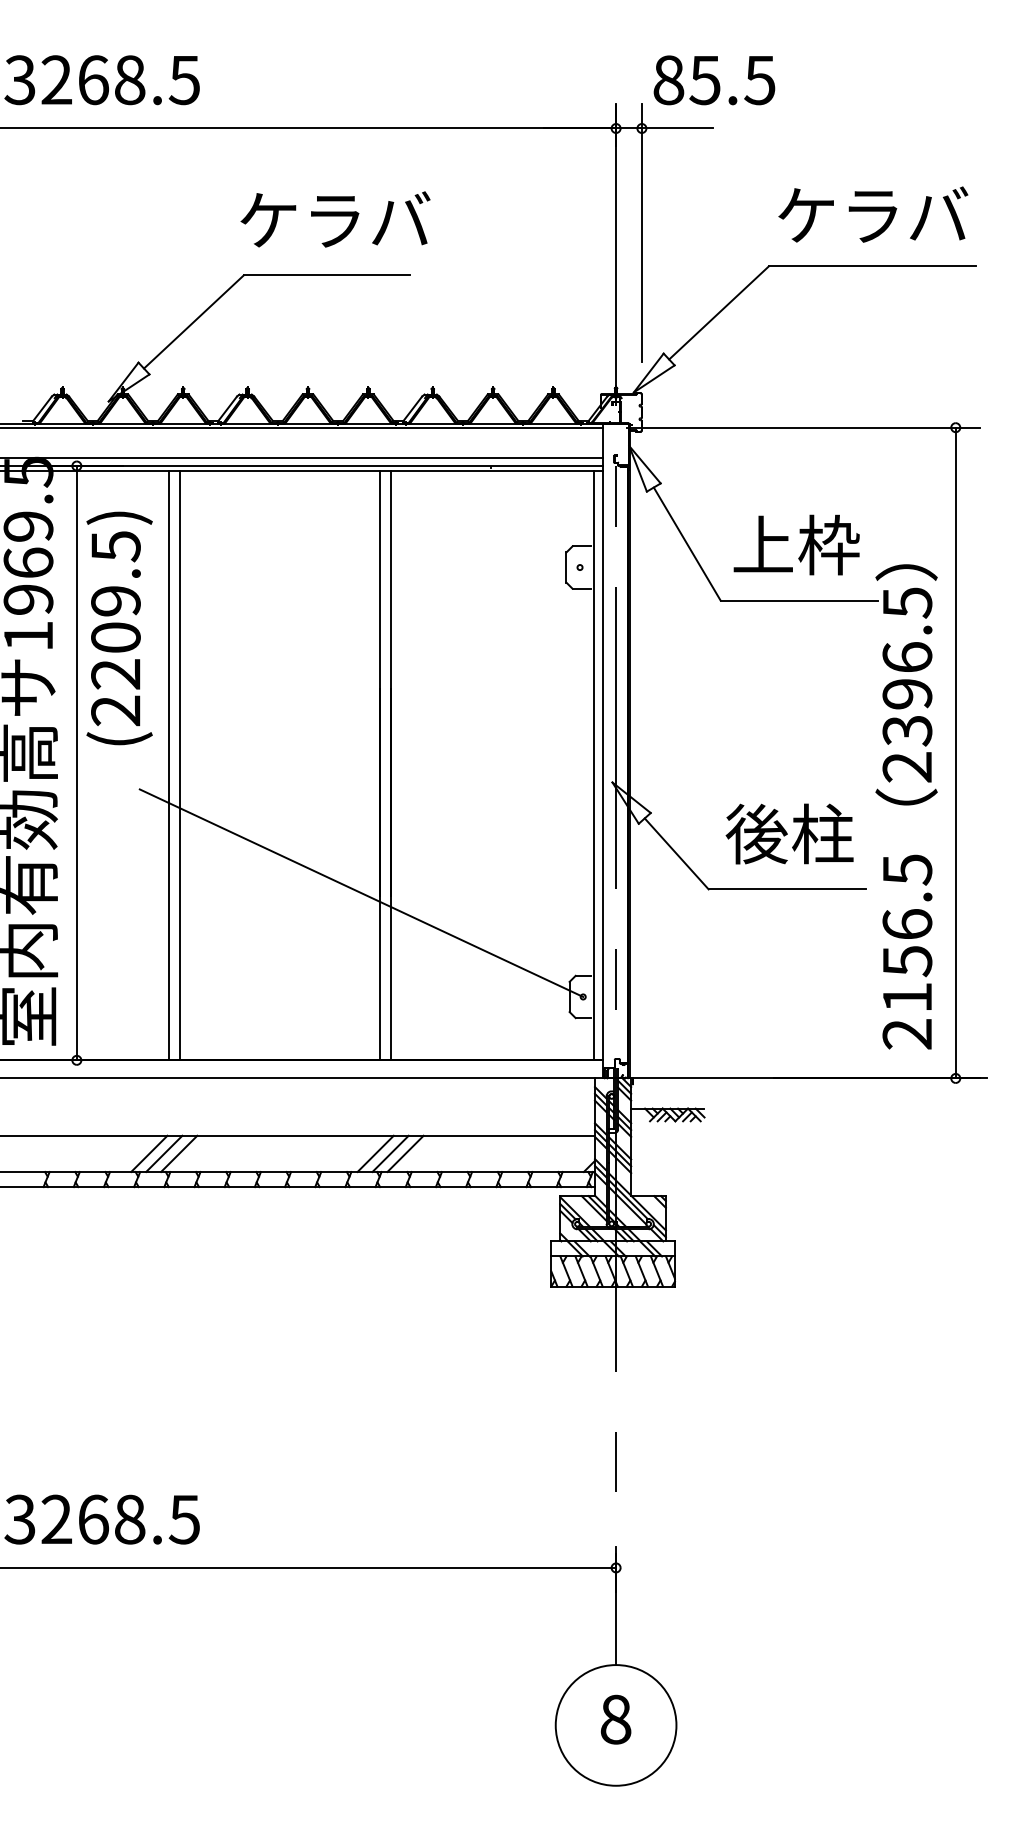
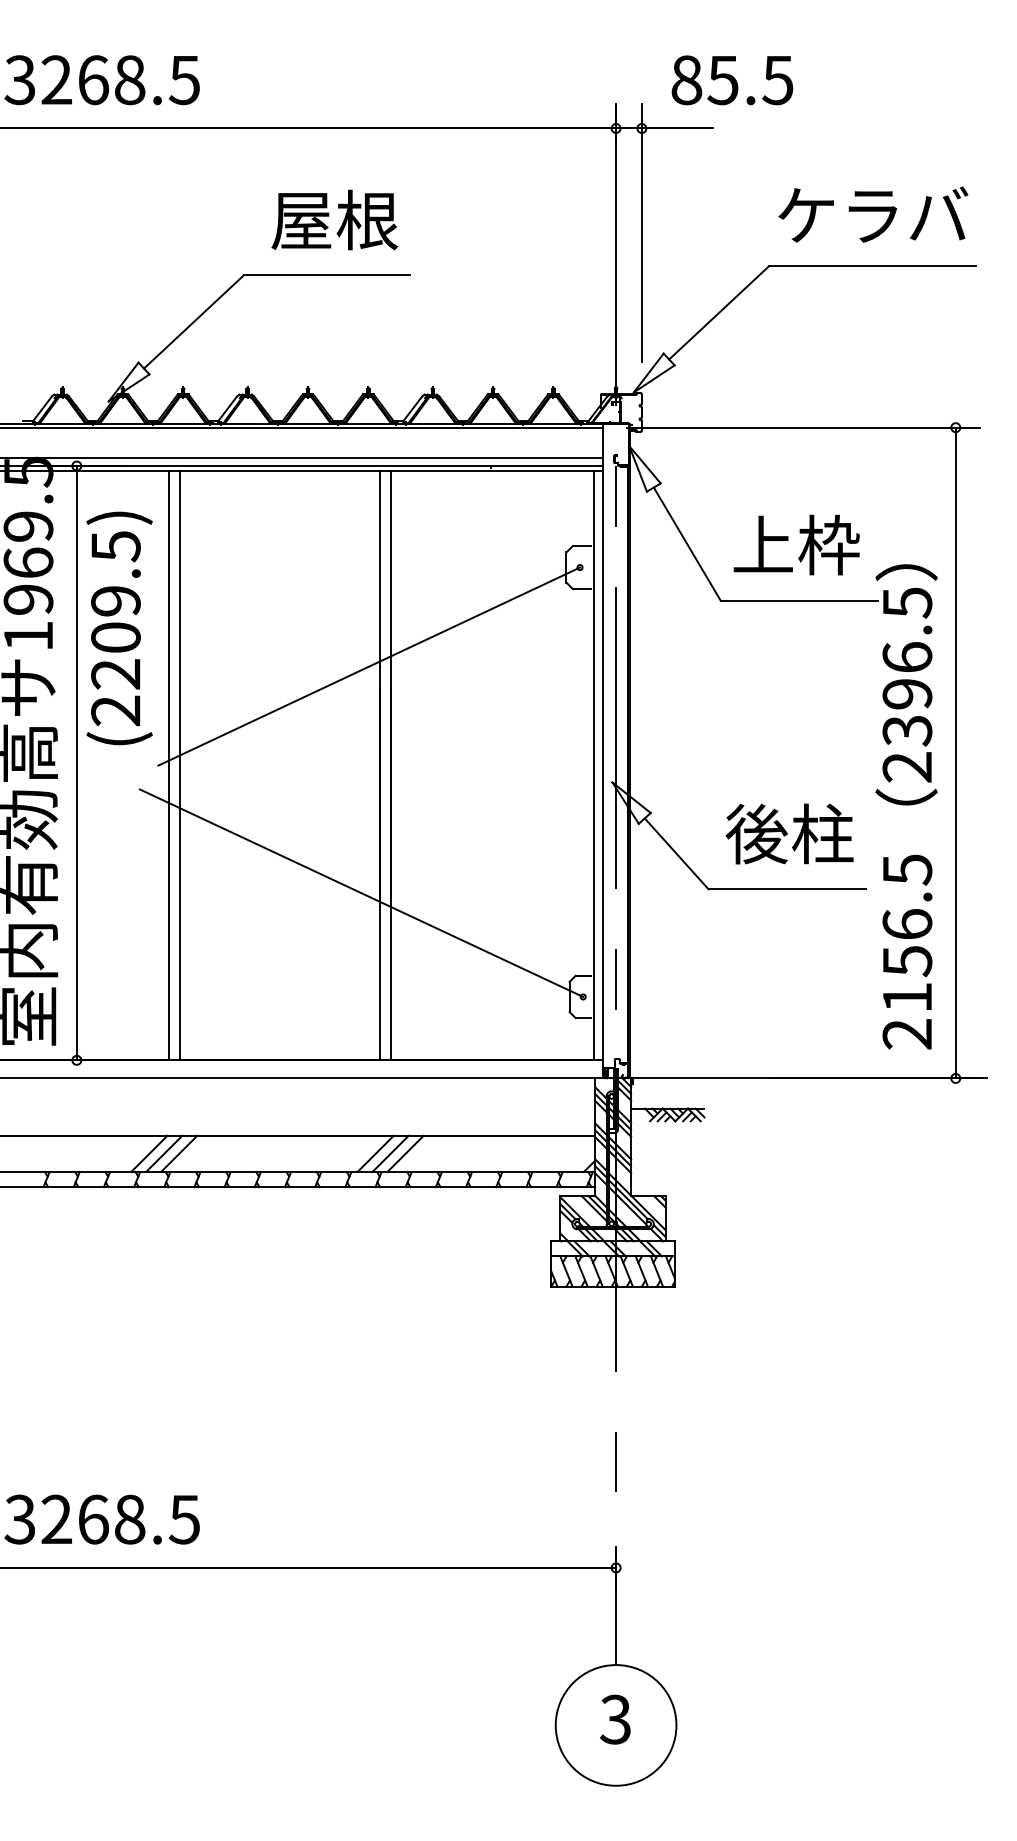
text at (714, 80) position: (714, 80) -> (732, 80)
text at (335, 219): ケラバ -> 屋根
line at (369, 666): none -> present
text at (615, 1719): 8 -> 3
